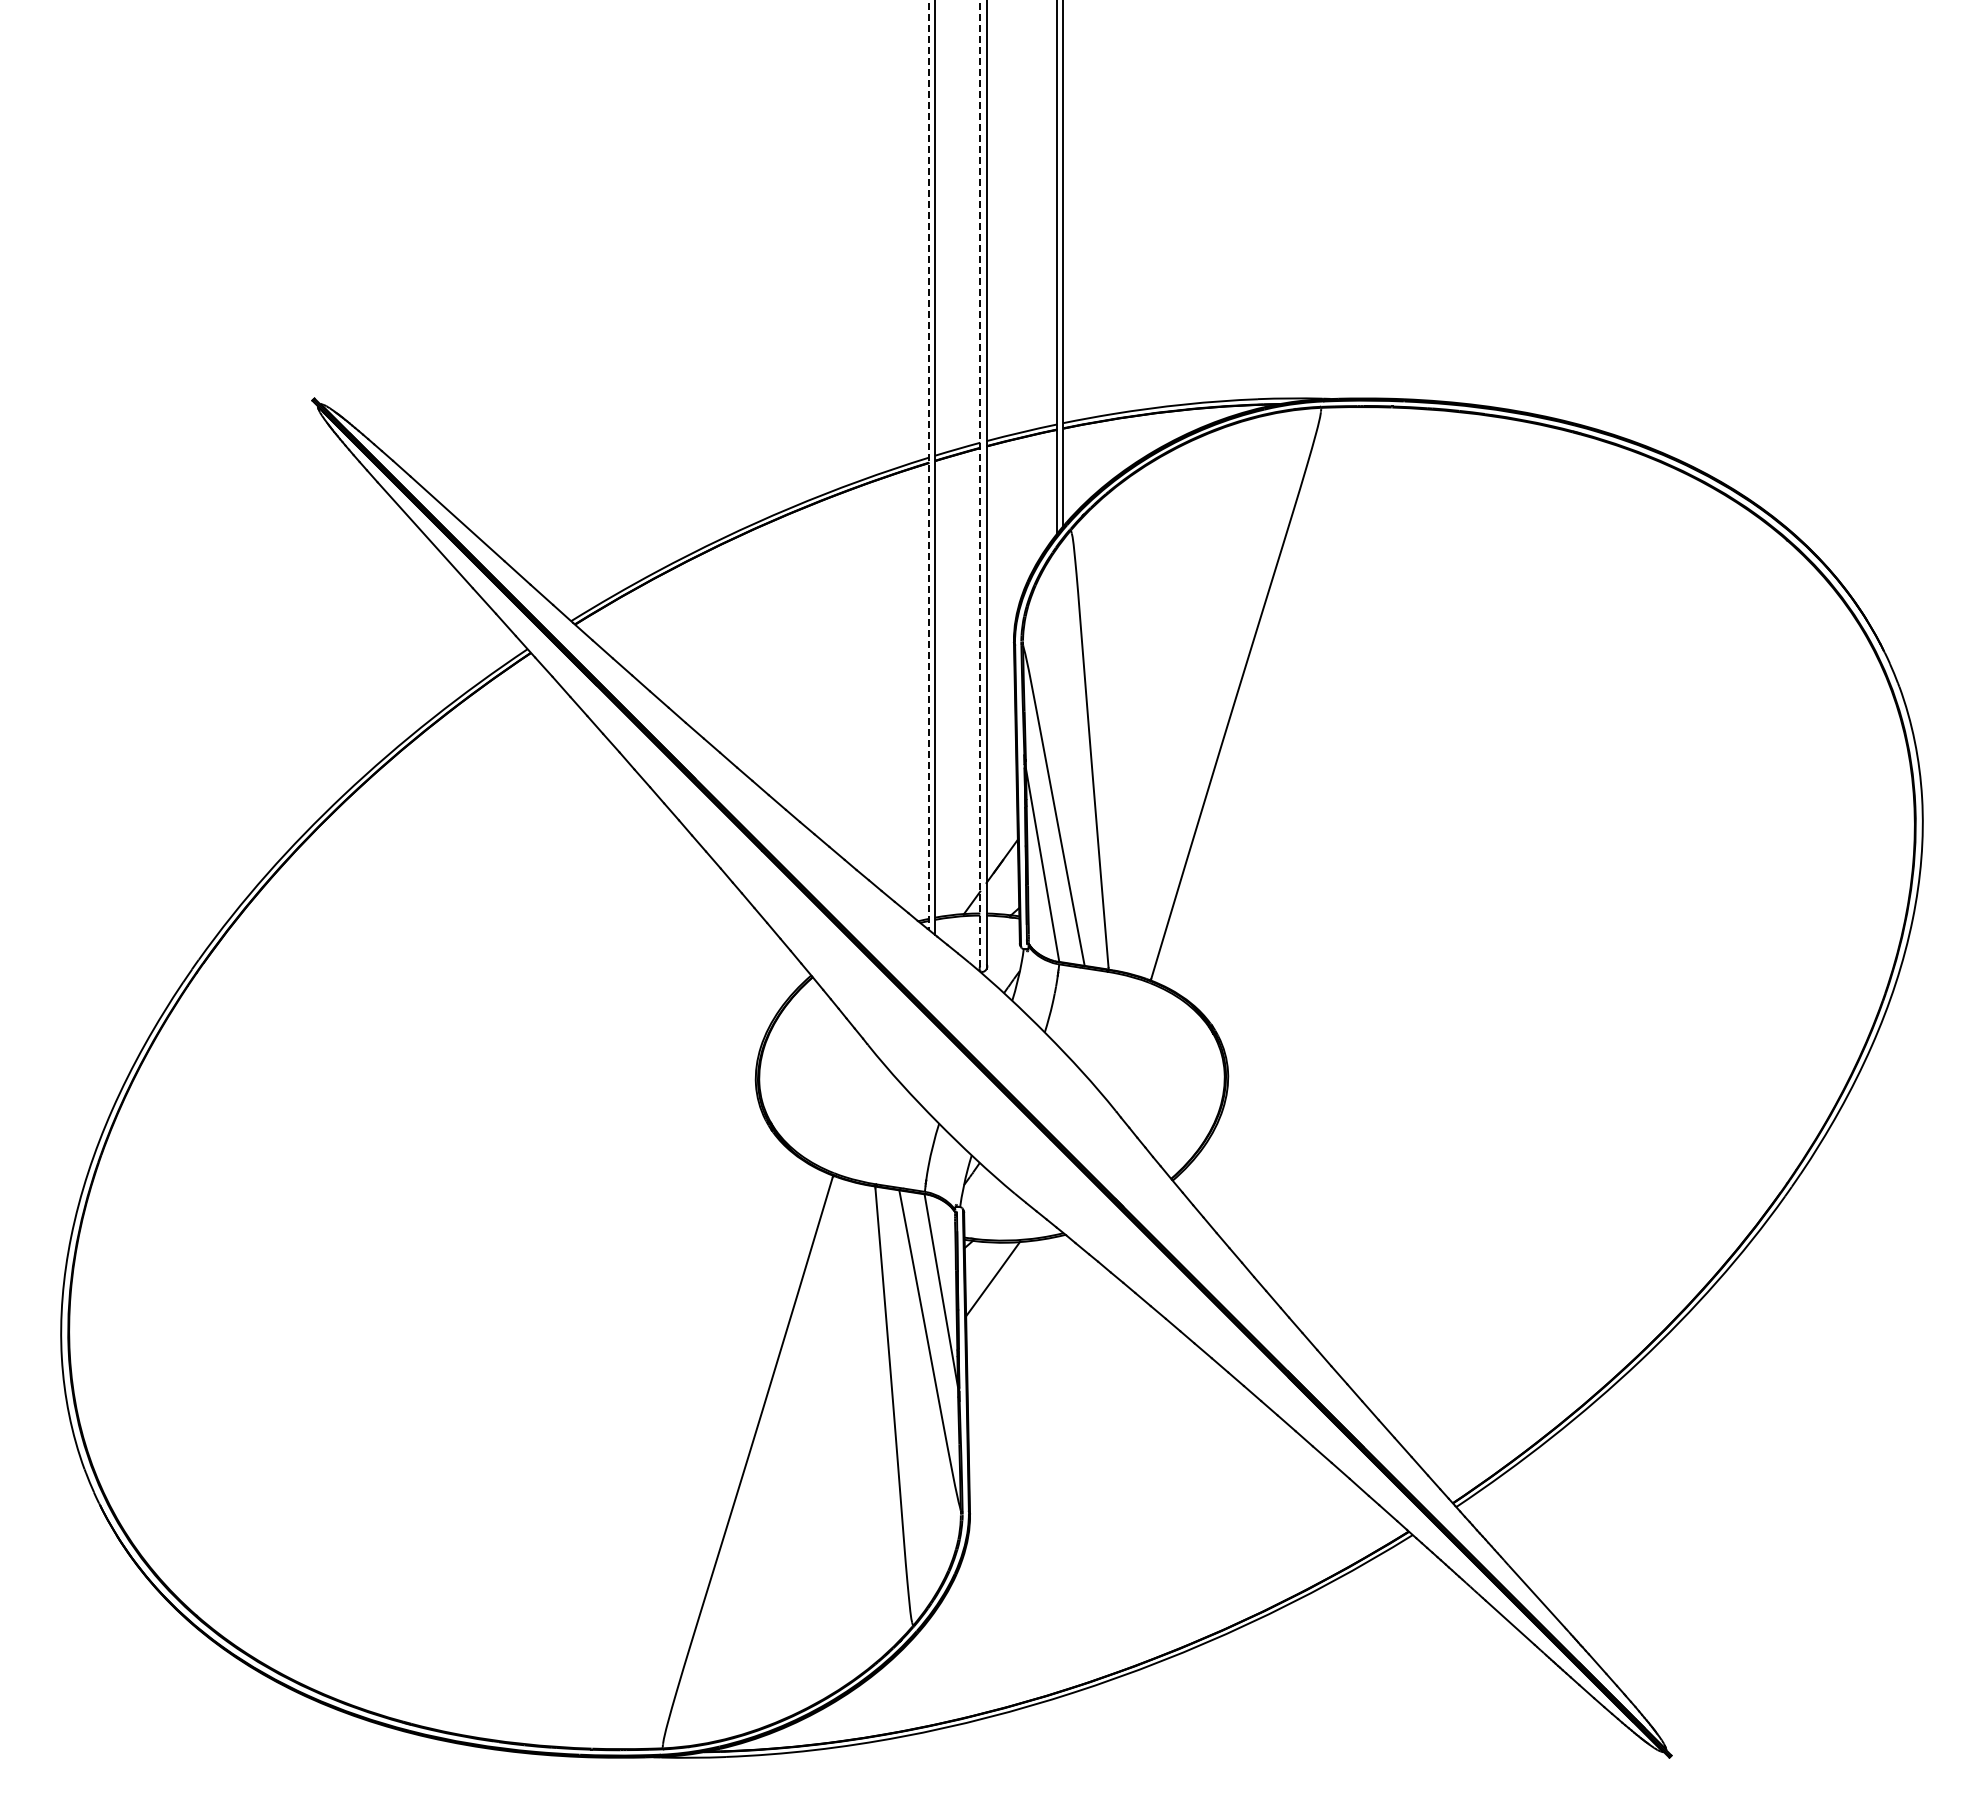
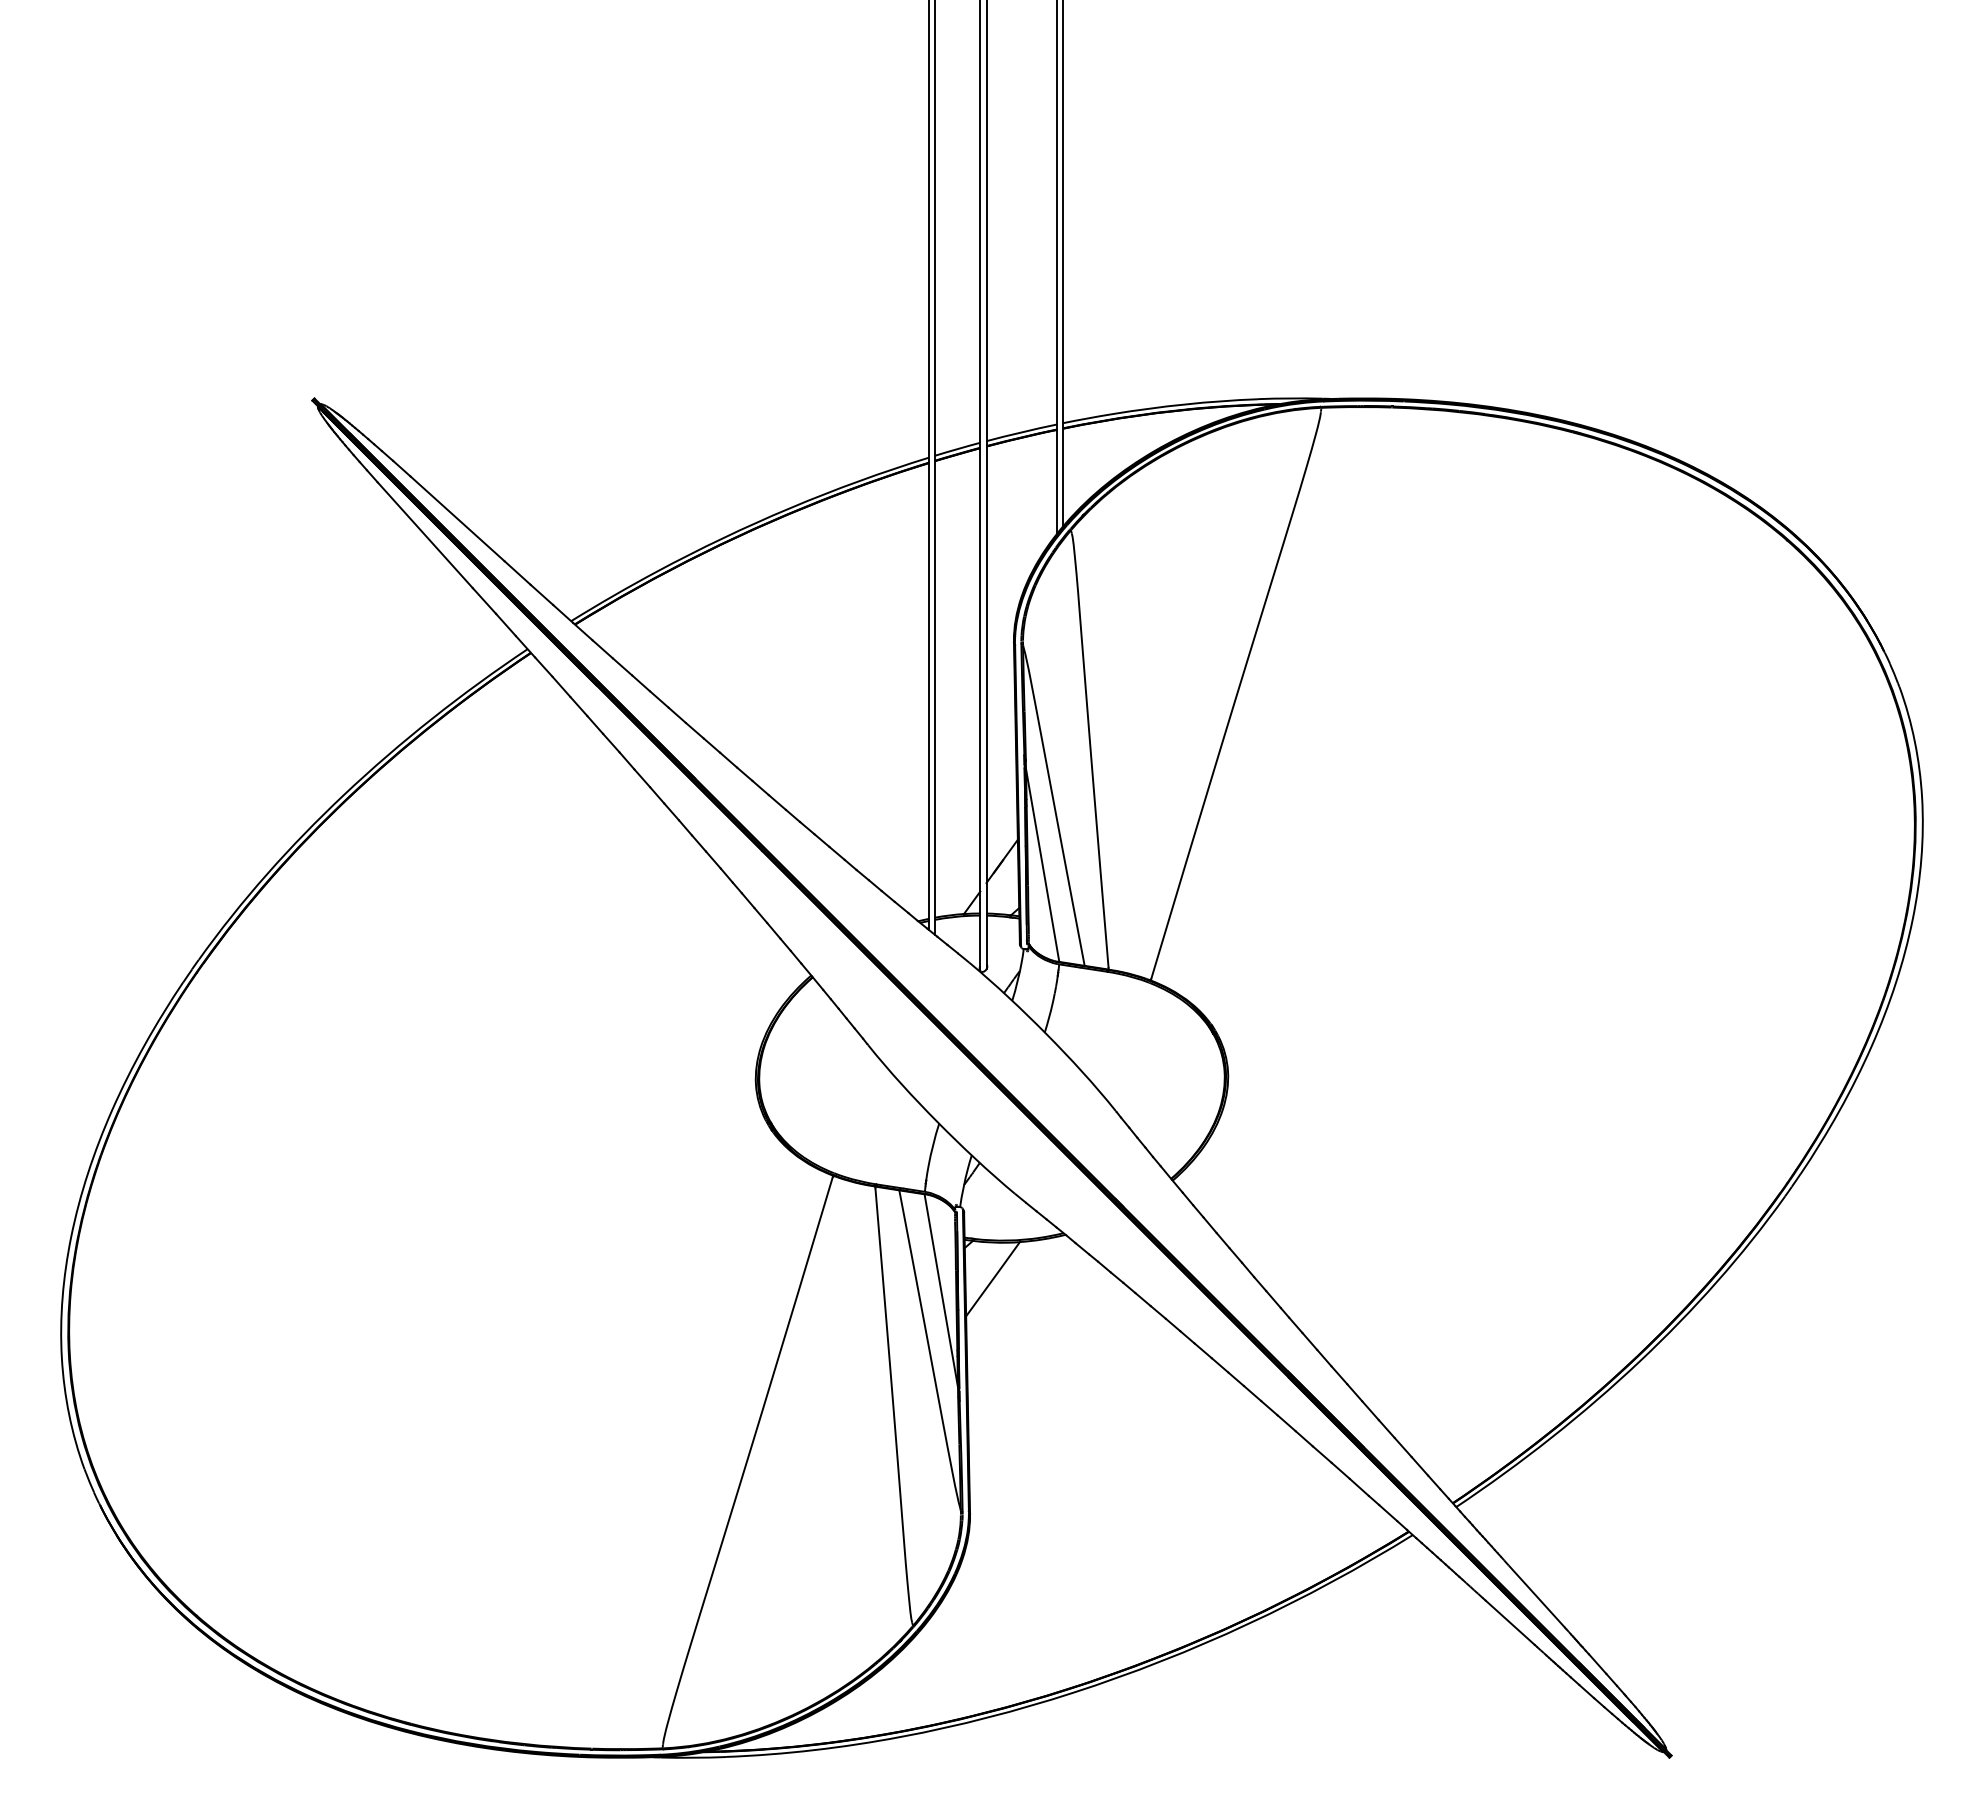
line at (929, 465): dashed -> solid
line at (980, 486): dashed -> solid
